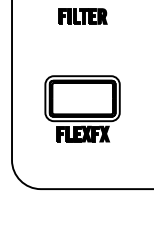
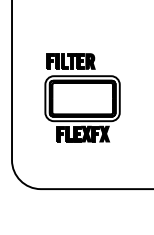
part at (82, 16) position: (82, 16) -> (70, 61)
